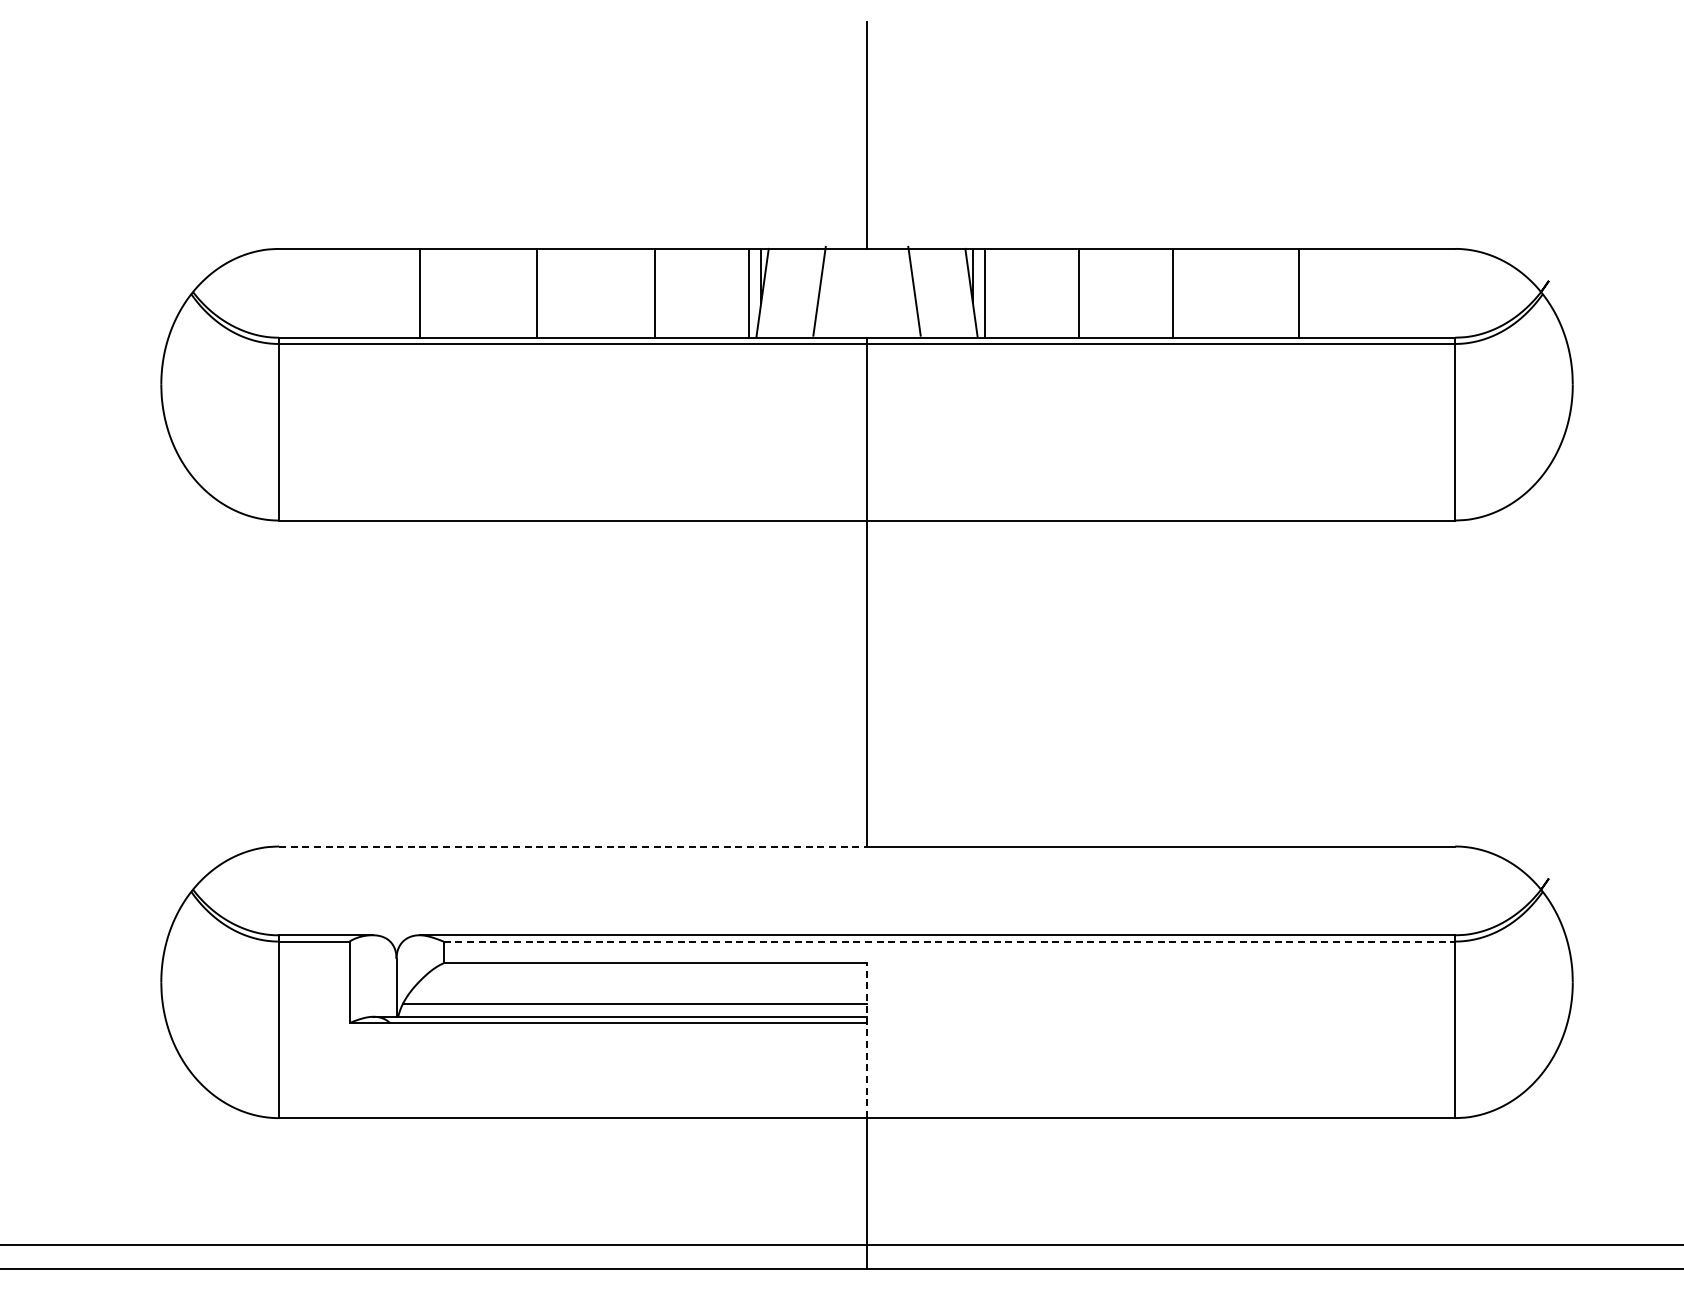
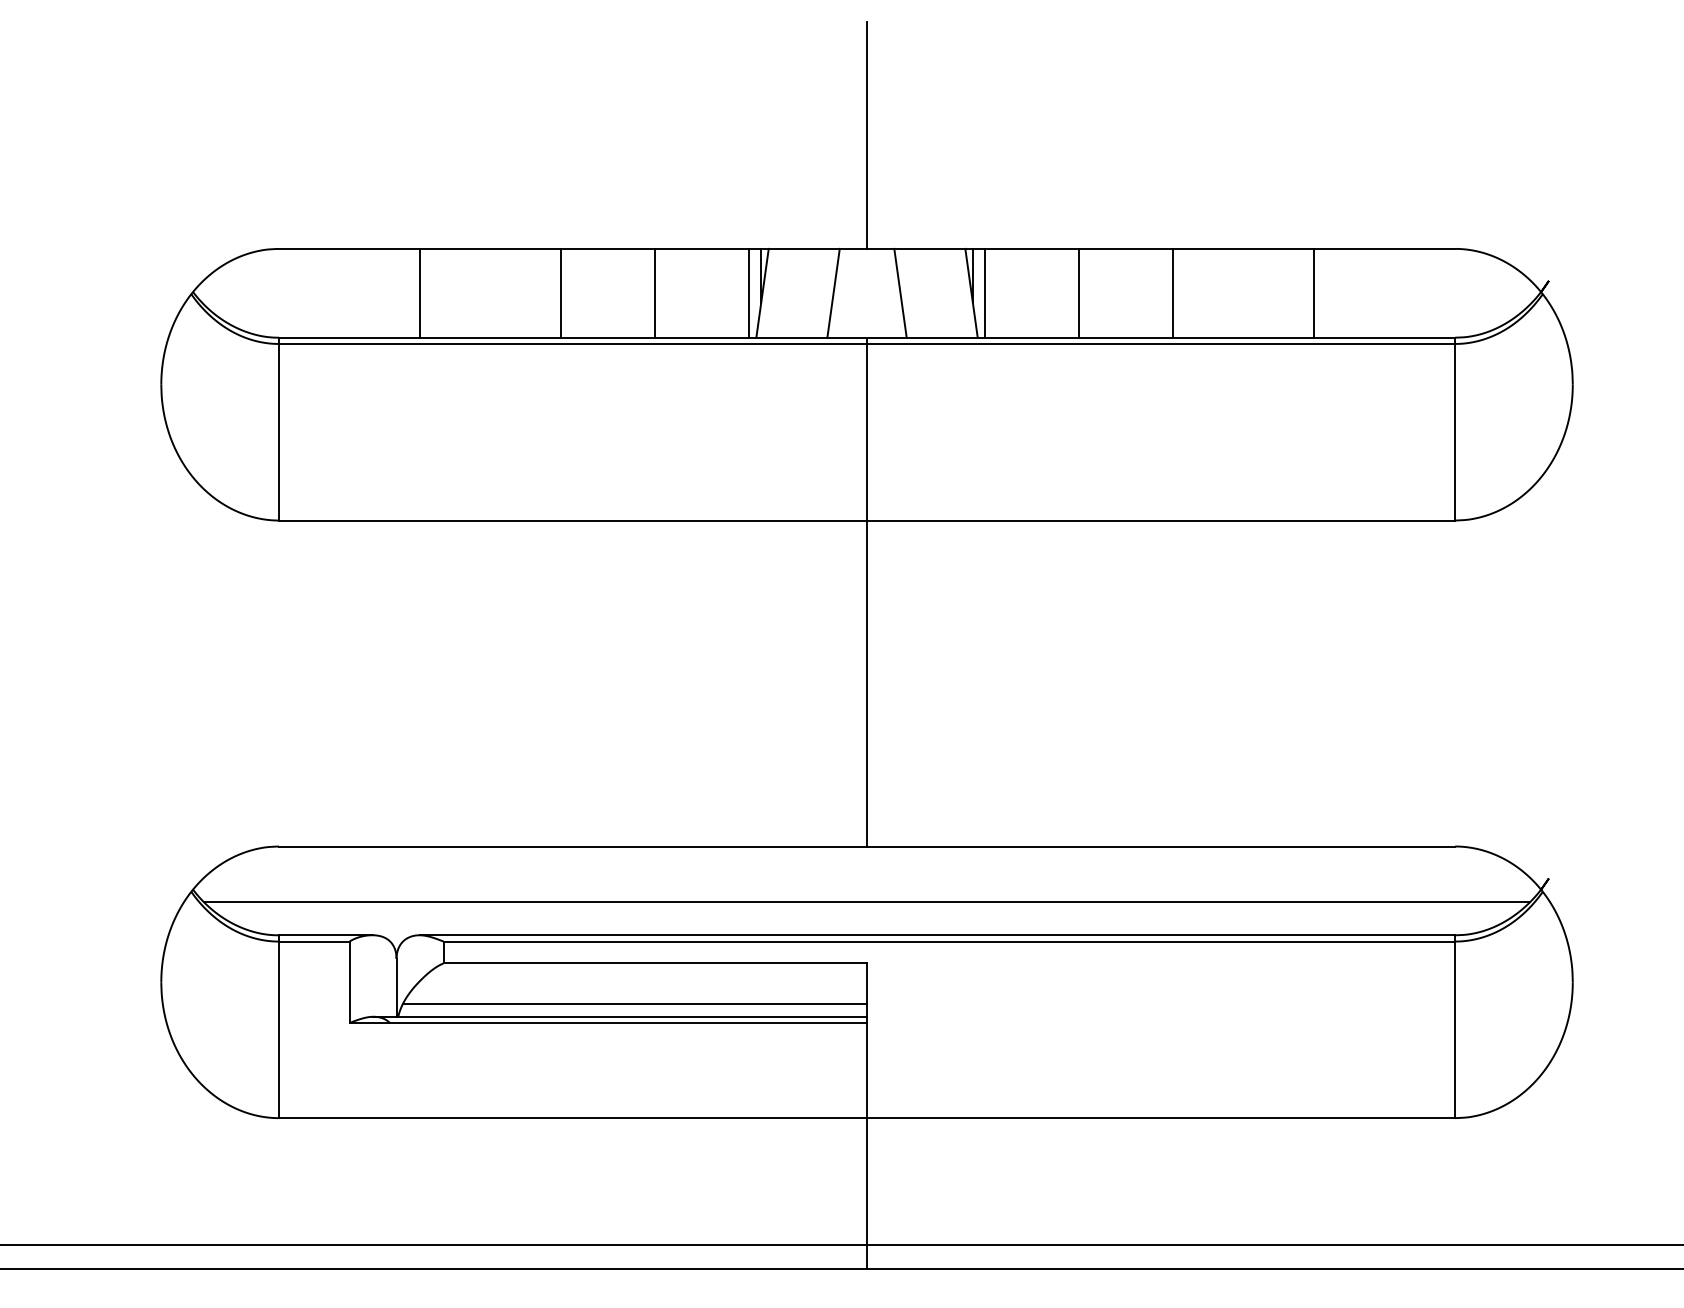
line at (819, 290) position: (819, 290) -> (833, 292)
line at (914, 290) position: (914, 290) -> (900, 292)
line at (537, 292) position: (537, 292) -> (561, 292)
line at (1299, 292) position: (1299, 292) -> (1314, 292)
line at (573, 846): dashed -> solid
line at (866, 901): none -> present
line at (949, 941): dashed -> solid
line at (867, 1040): dashed -> solid
